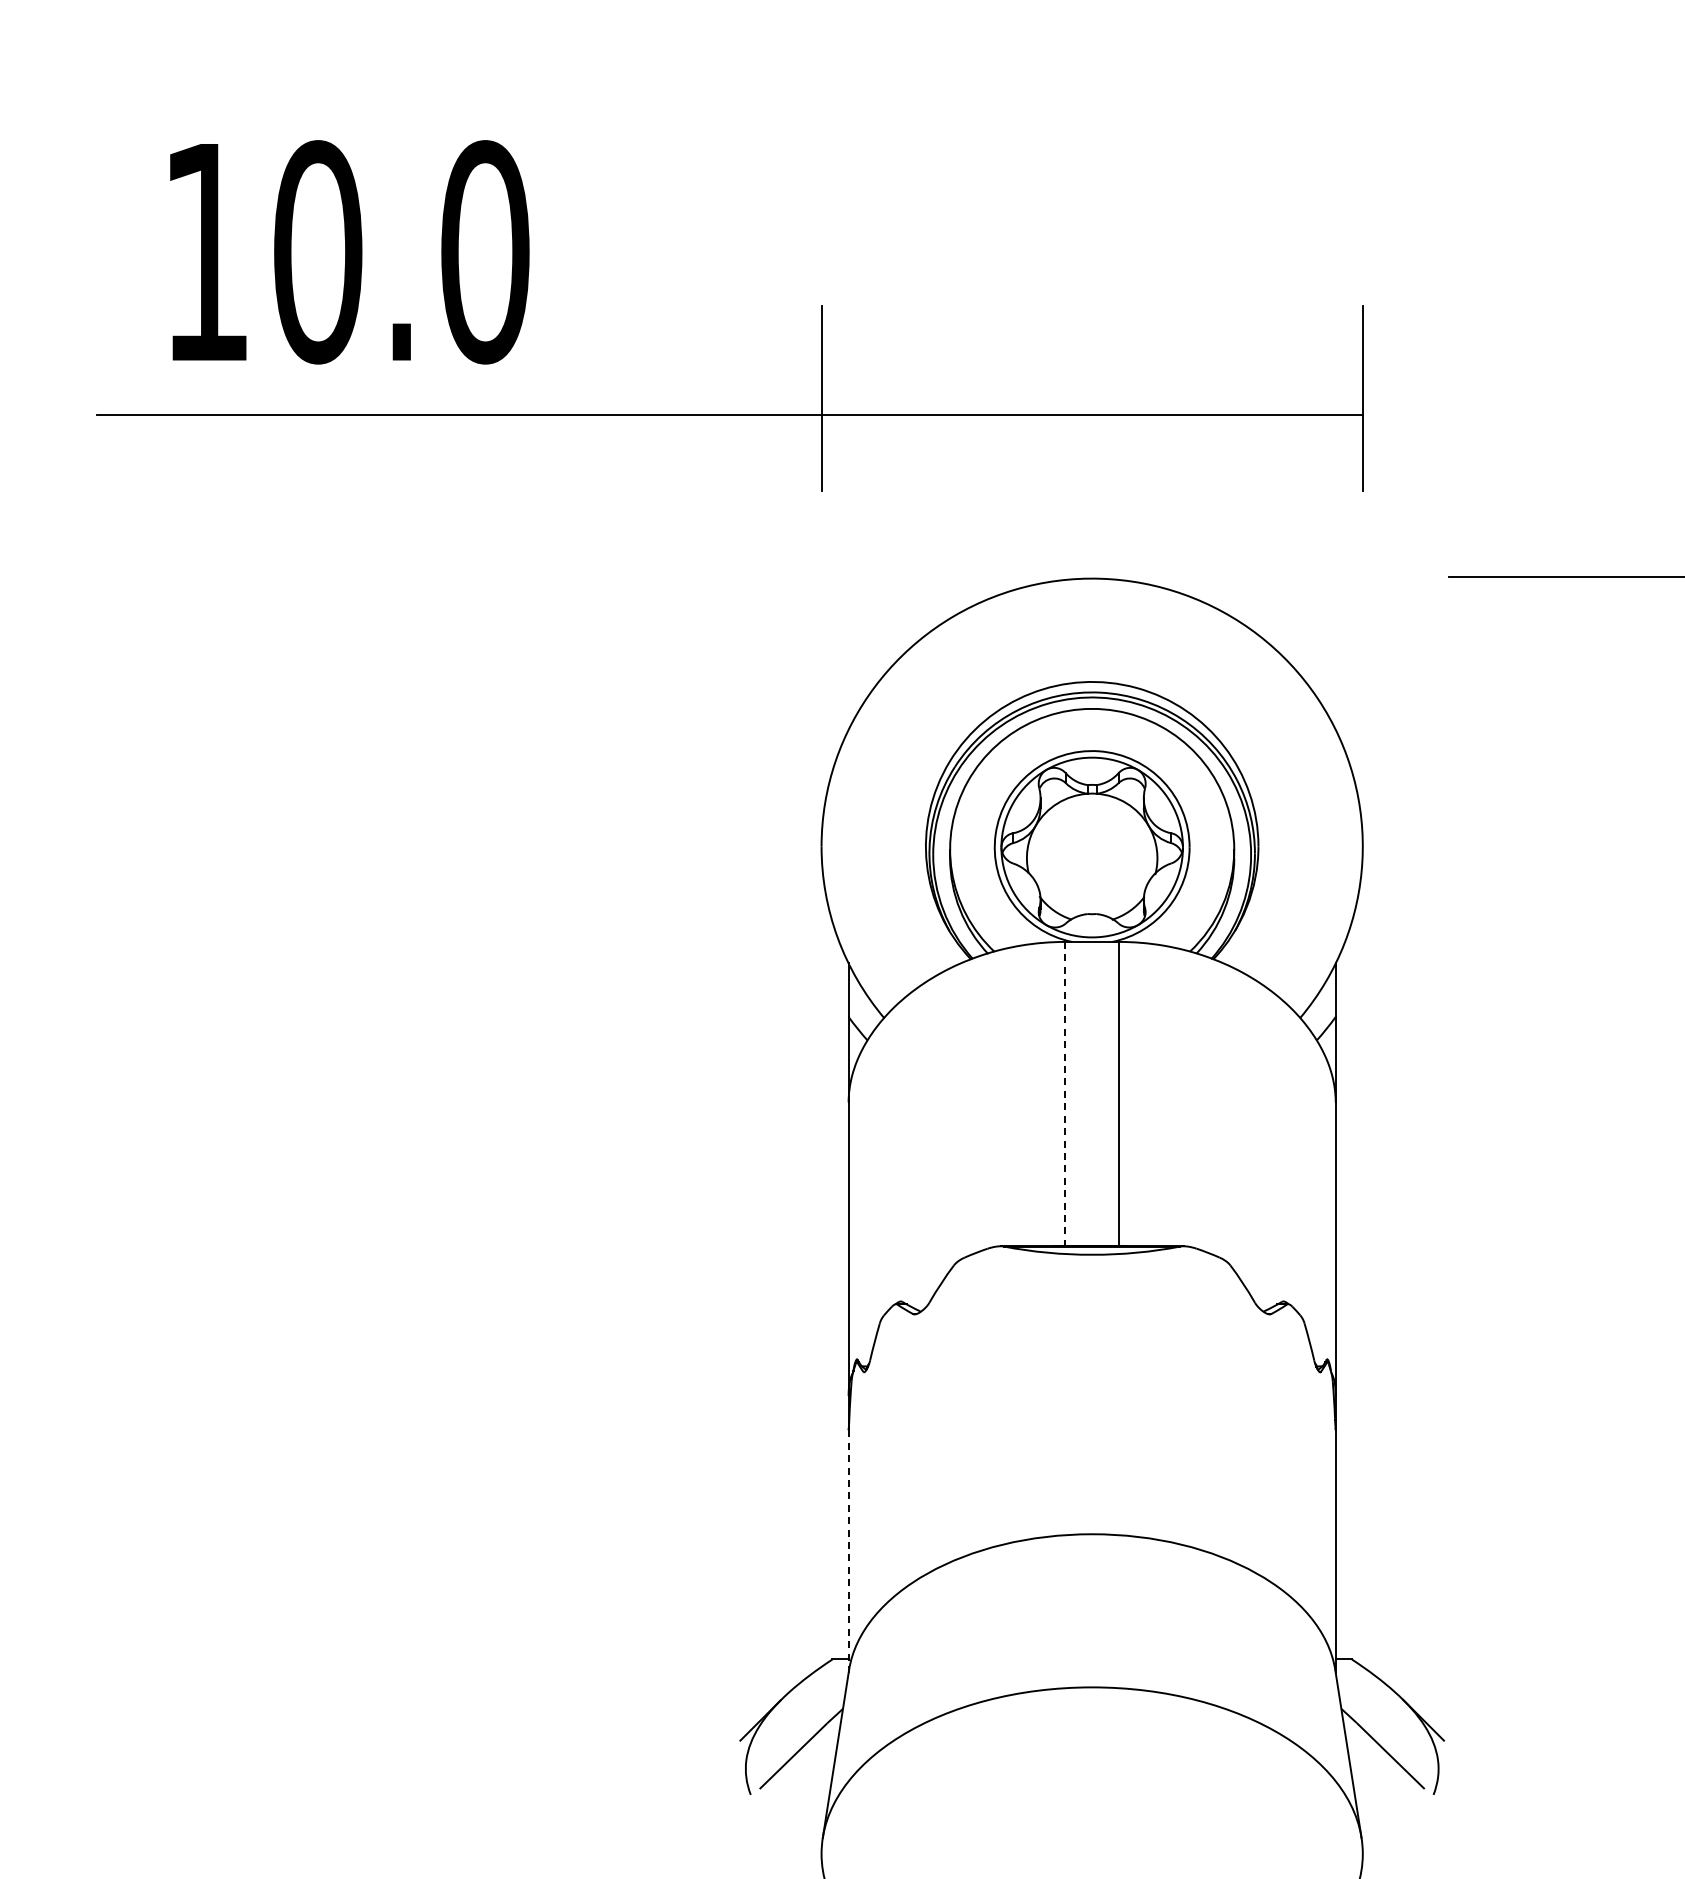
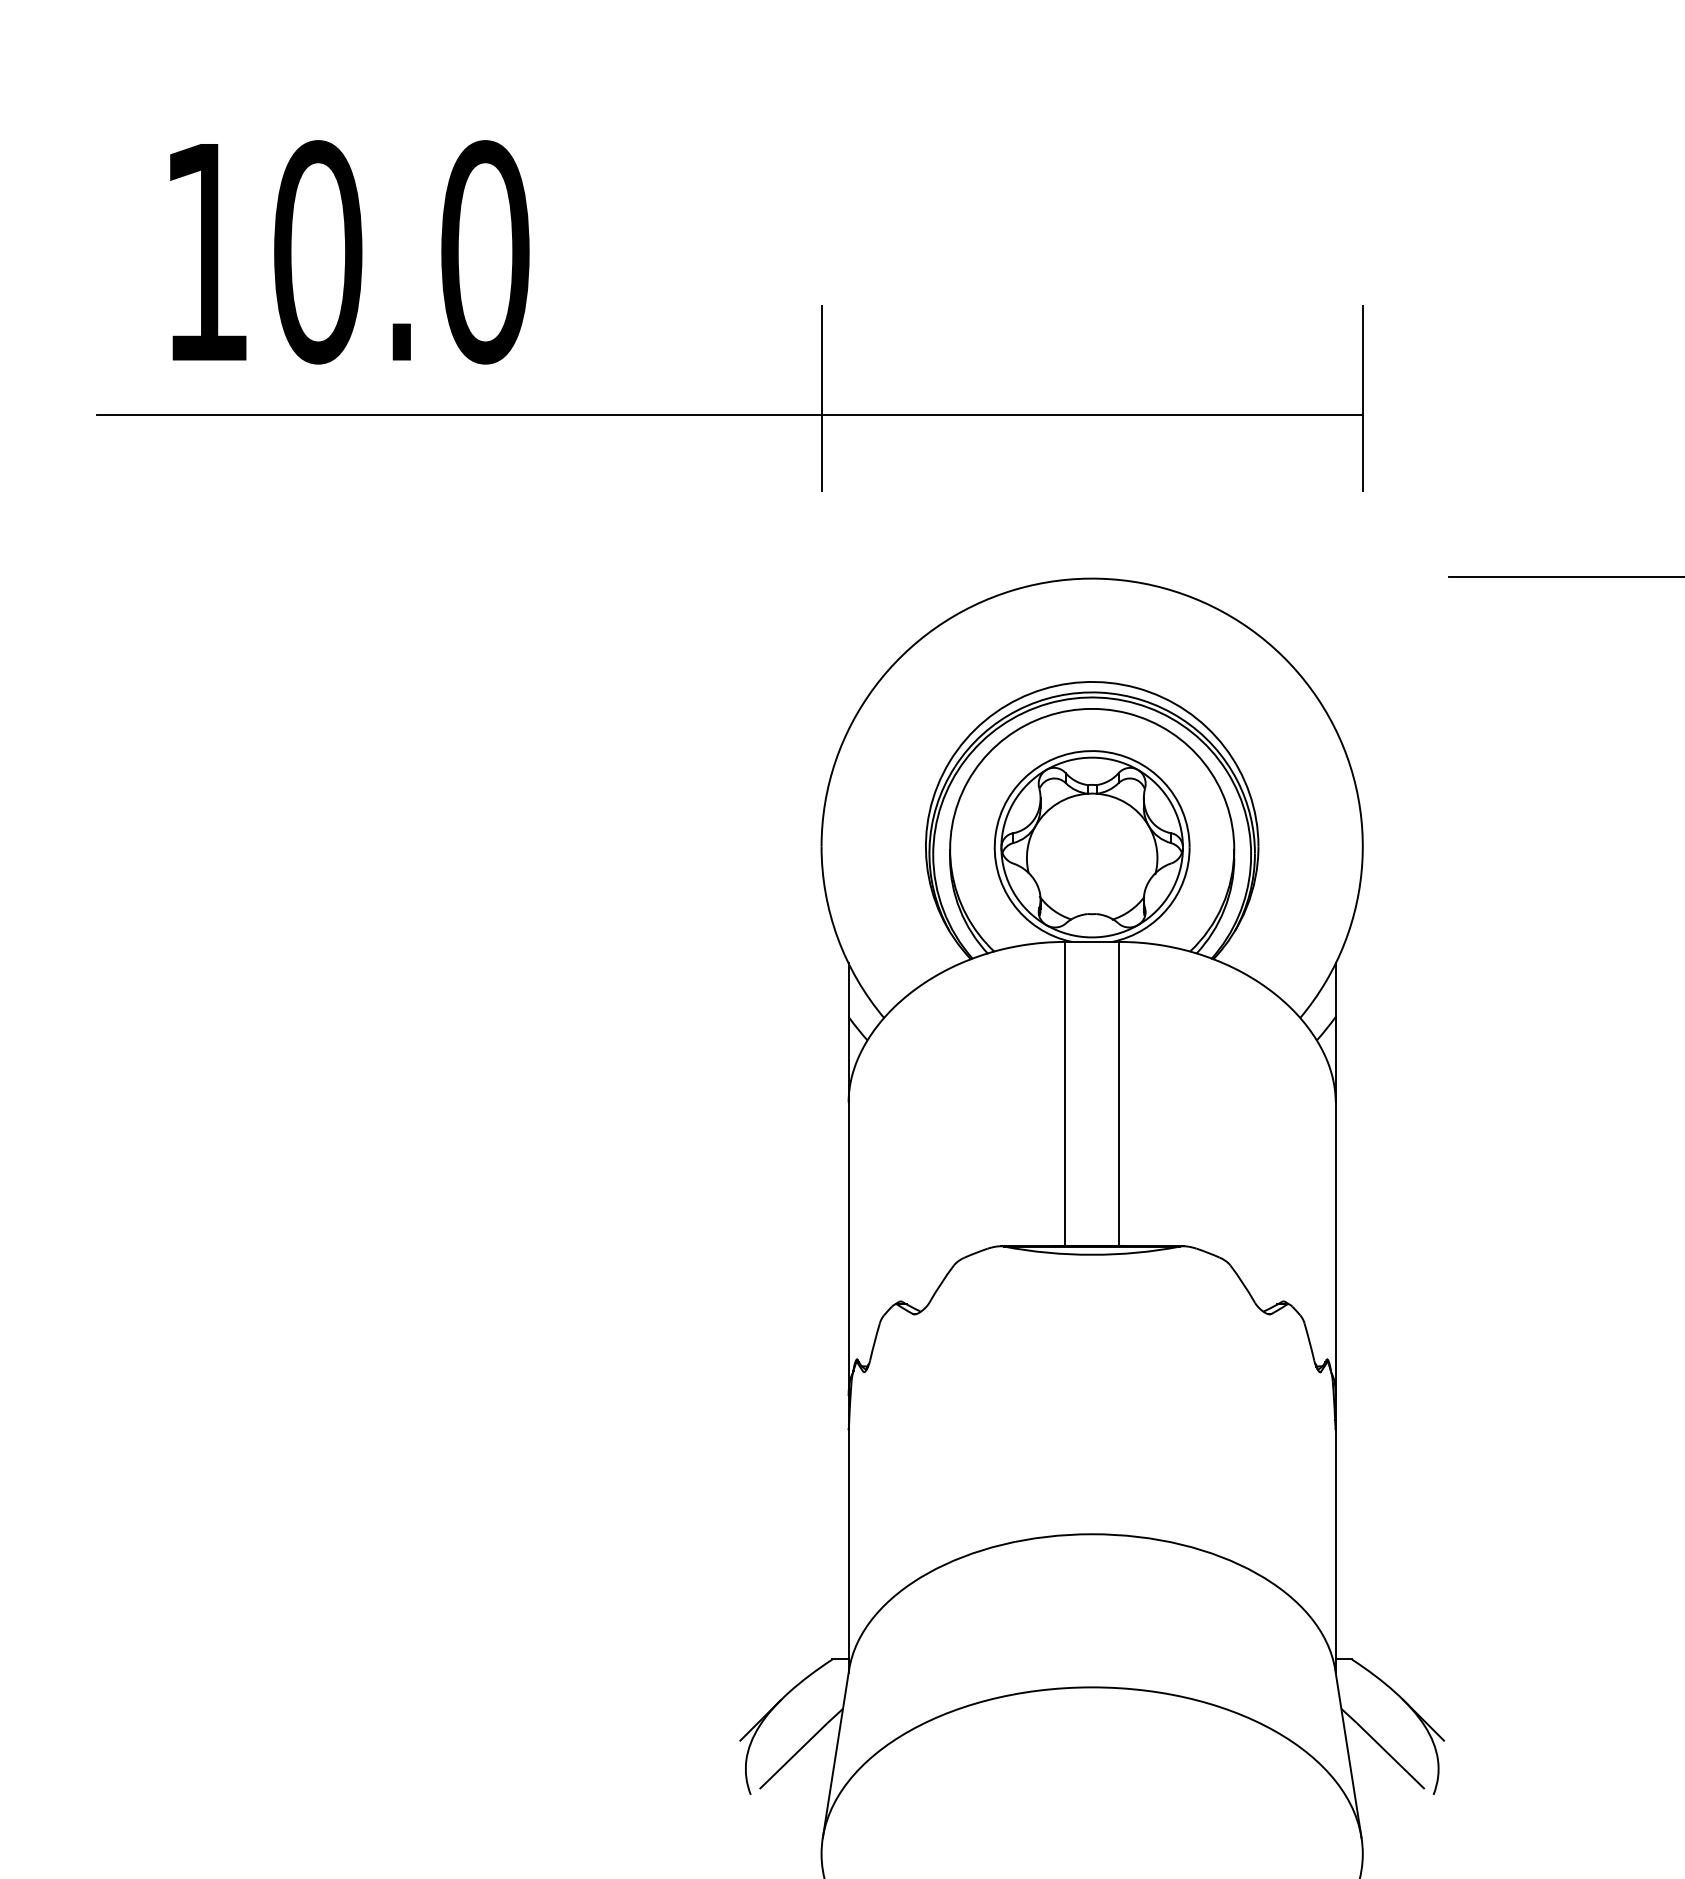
line at (1065, 1093): dashed -> solid
line at (848, 1550): dashed -> solid
